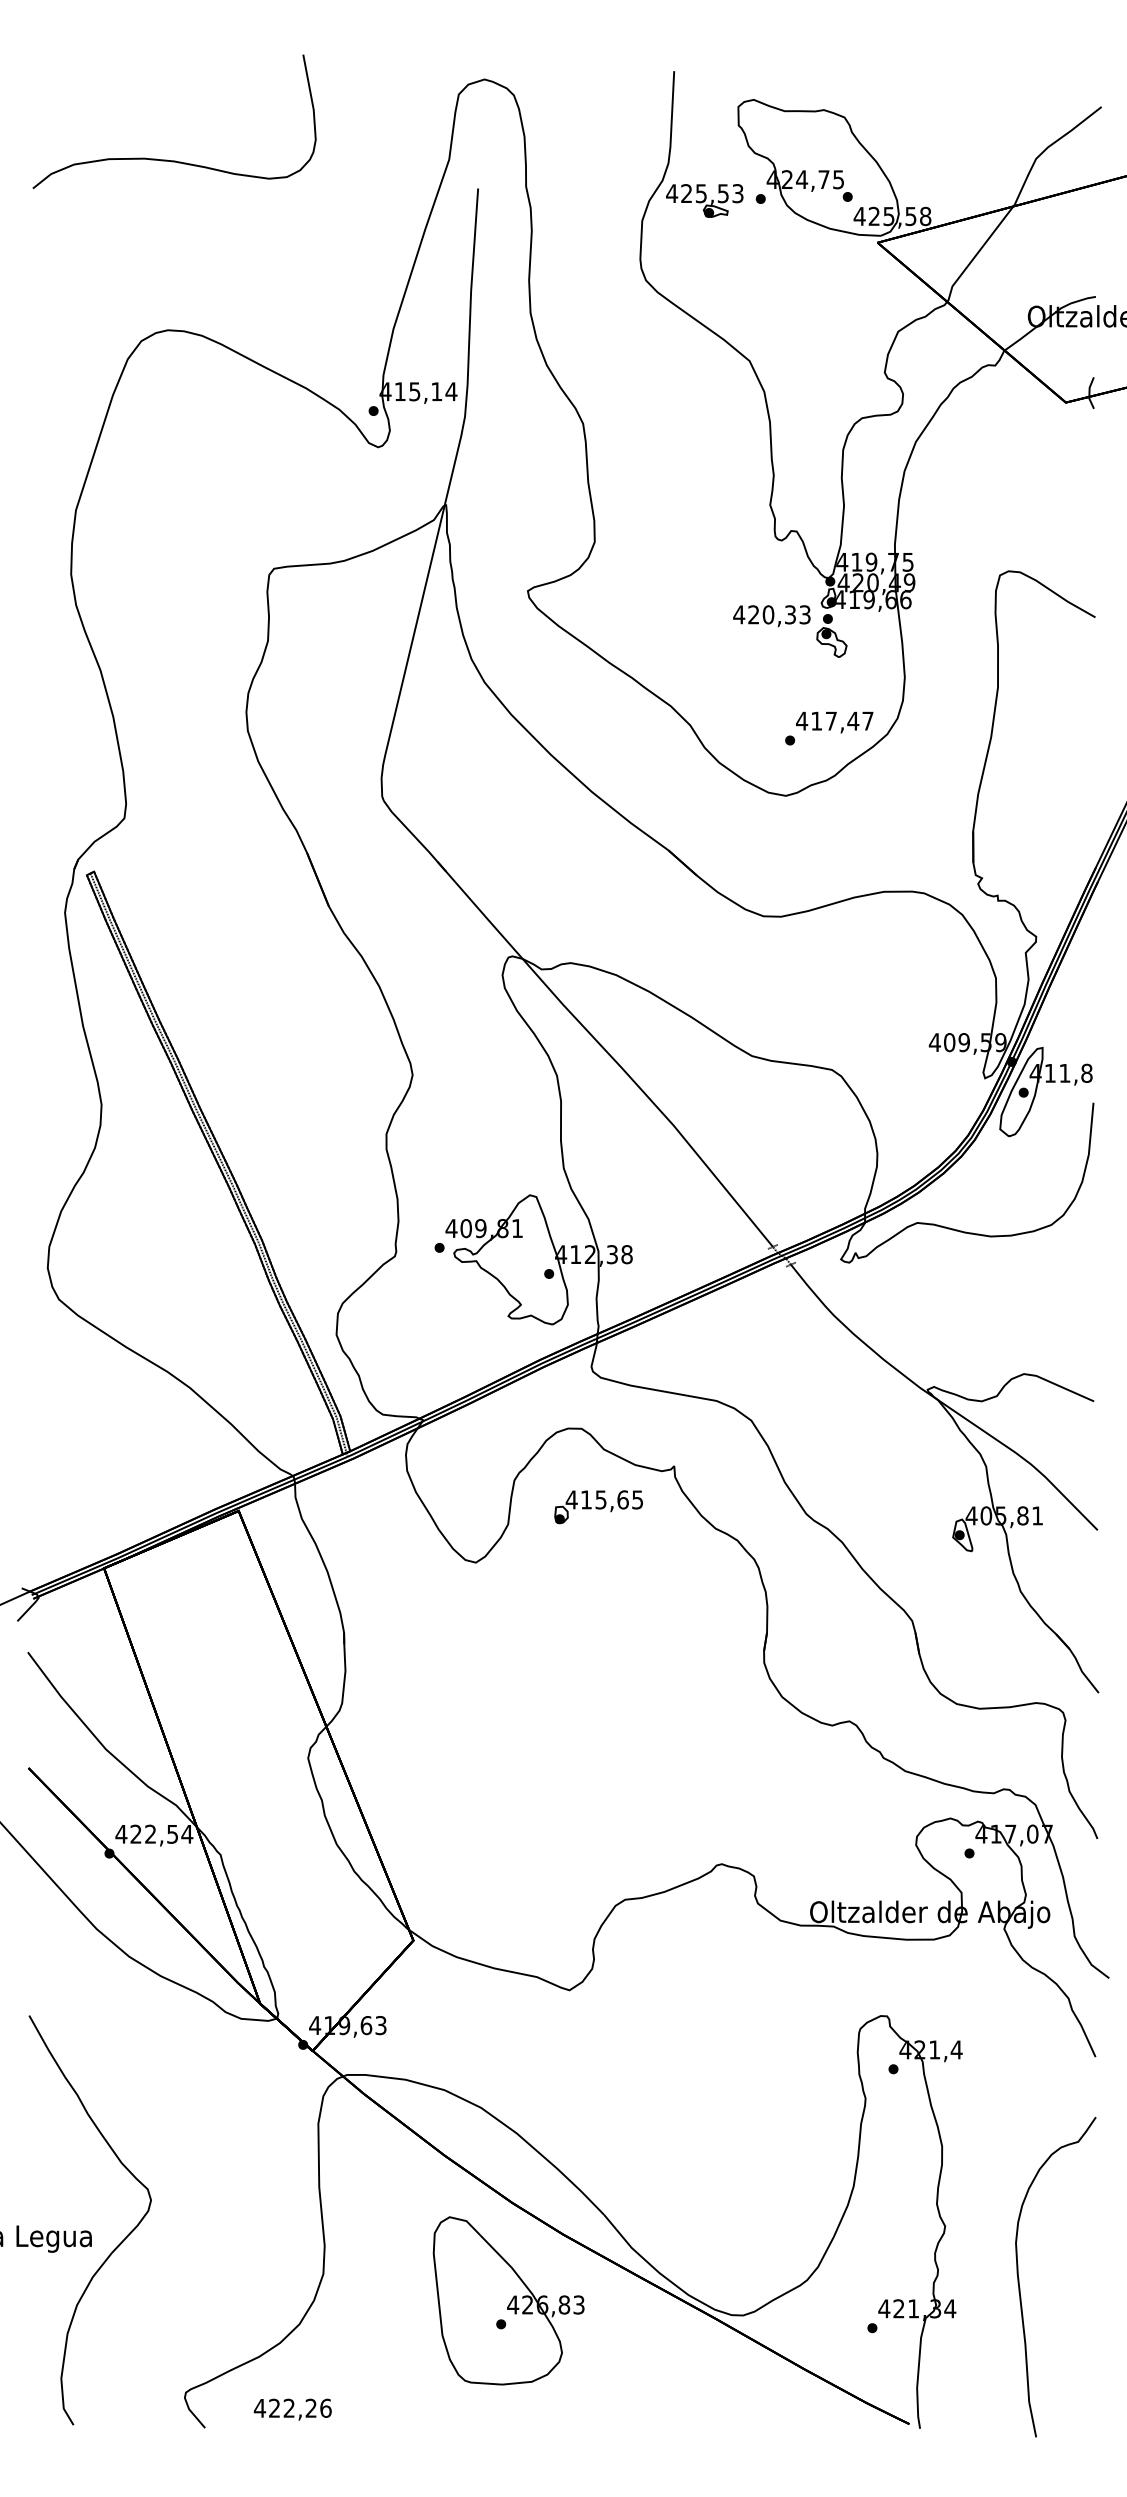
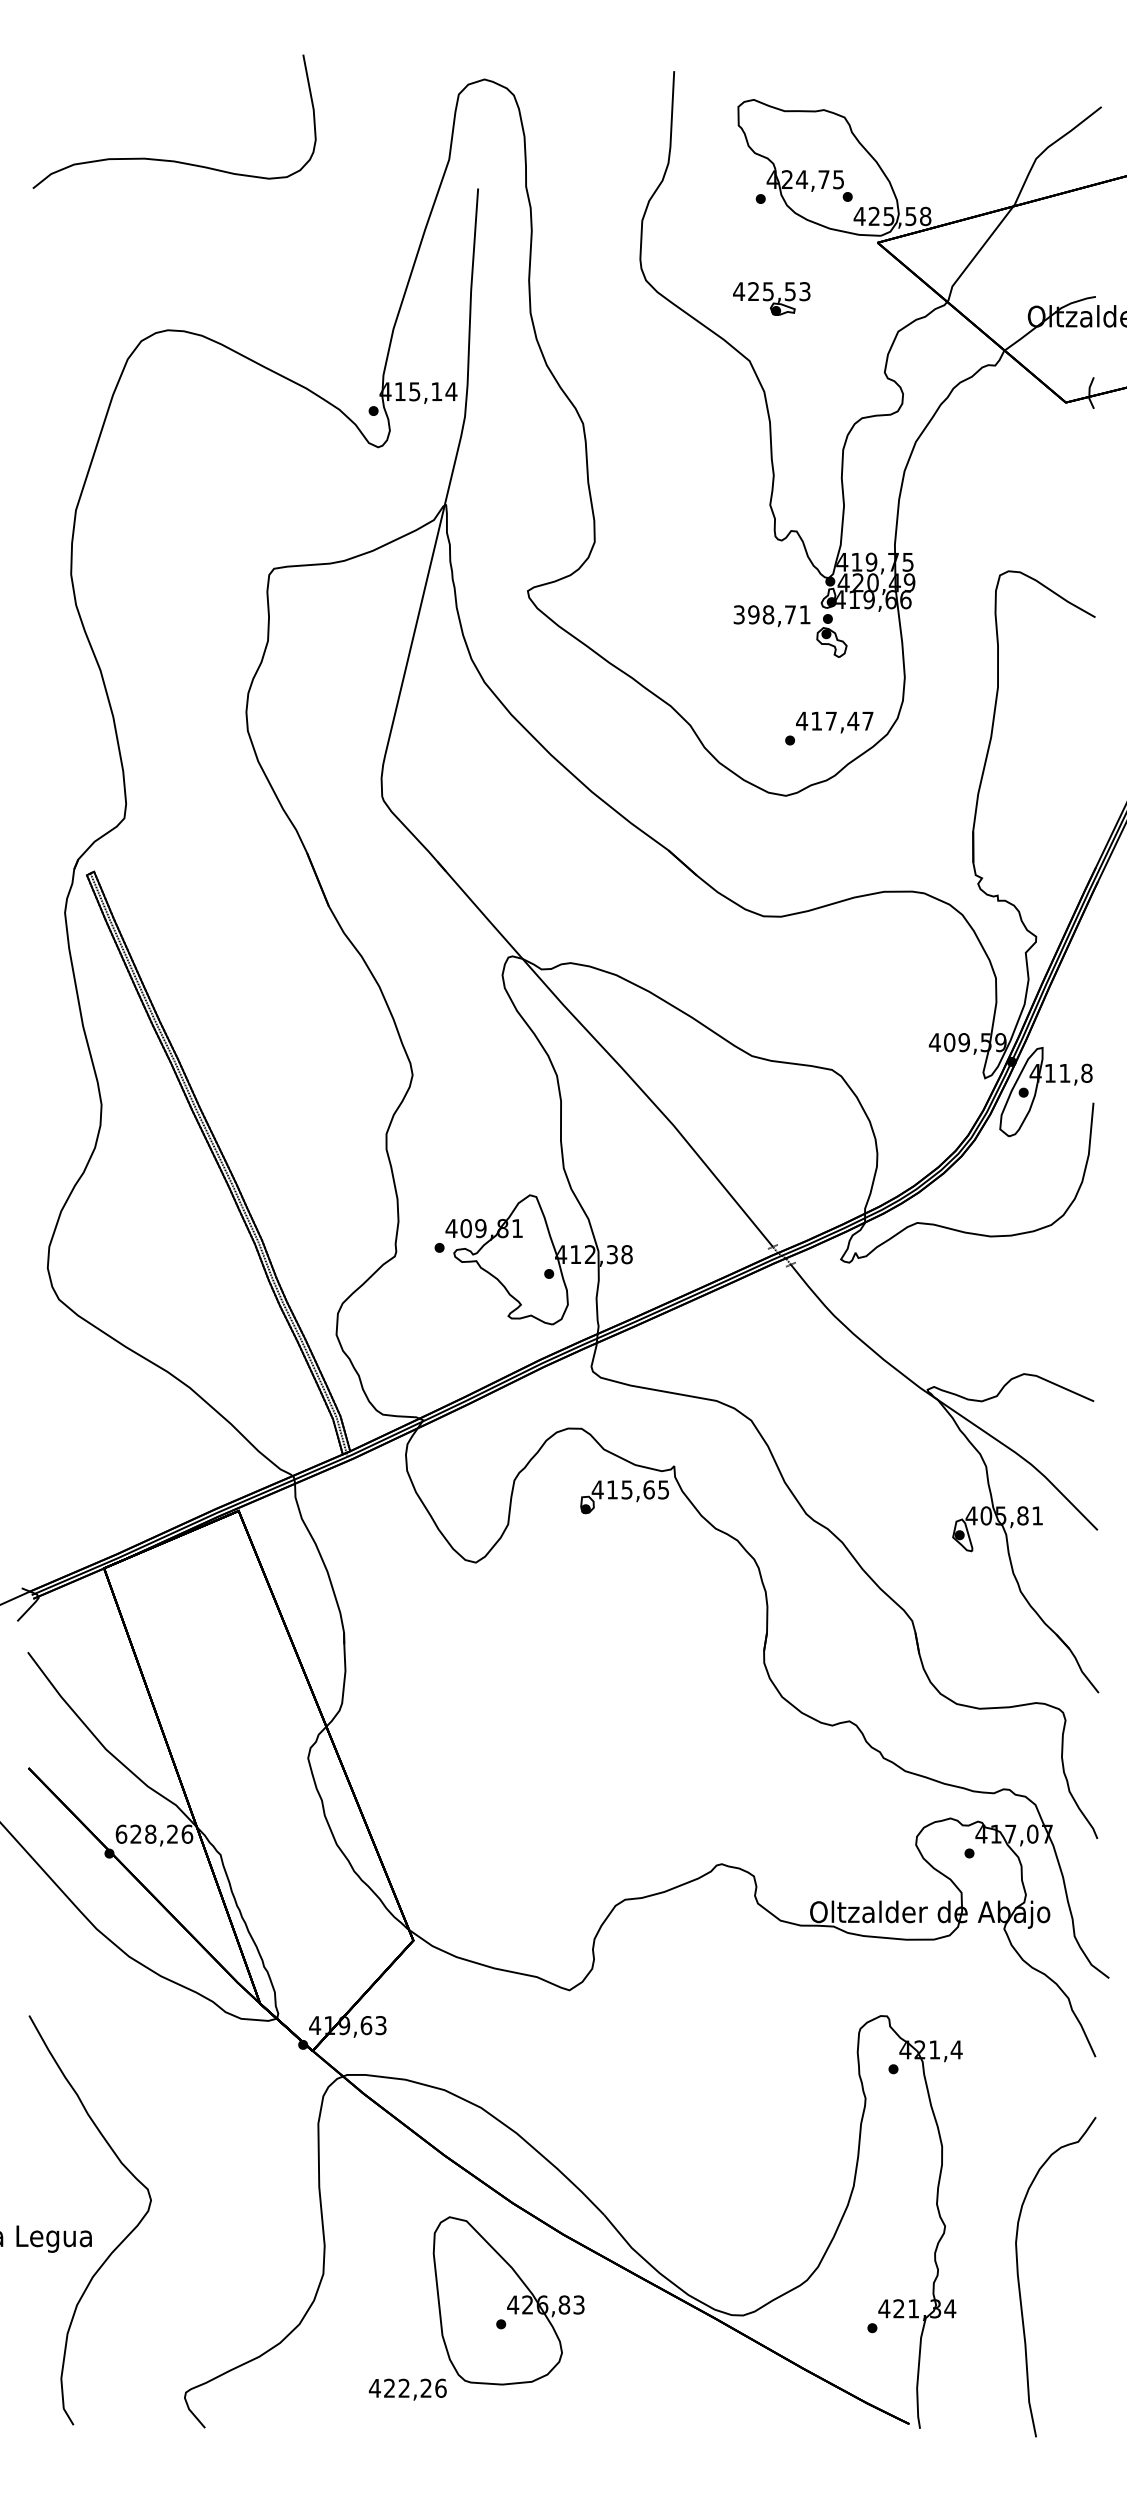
part at (704, 200) position: (704, 200) -> (771, 298)
text at (771, 614): 420,33 -> 398,71
part at (598, 1507) position: (598, 1507) -> (624, 1497)
text at (154, 1833): 422,54 -> 628,26
text at (292, 2409) position: (292, 2409) -> (407, 2389)
